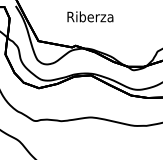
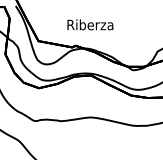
text at (90, 16) position: (90, 16) -> (90, 24)
